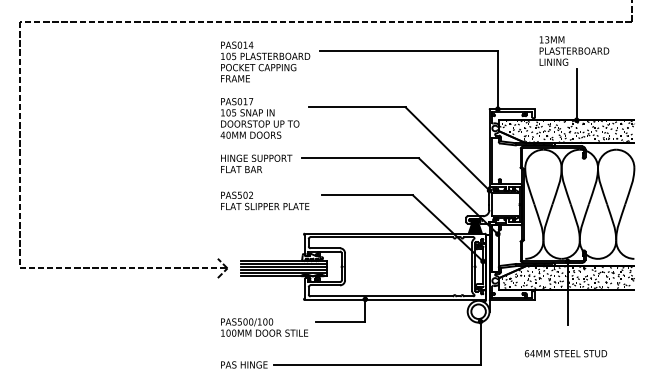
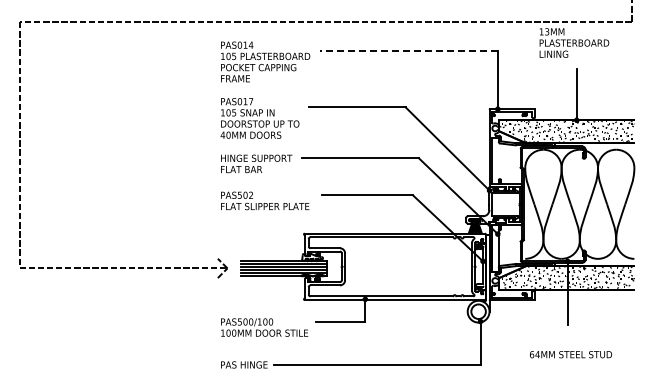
text at (574, 50) position: (574, 50) -> (574, 42)
line at (408, 51): solid -> dashed
text at (566, 353) position: (566, 353) -> (571, 354)
